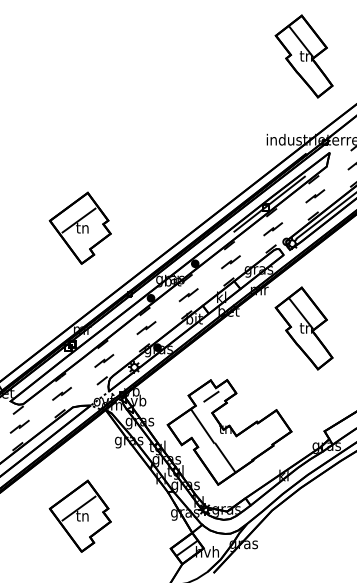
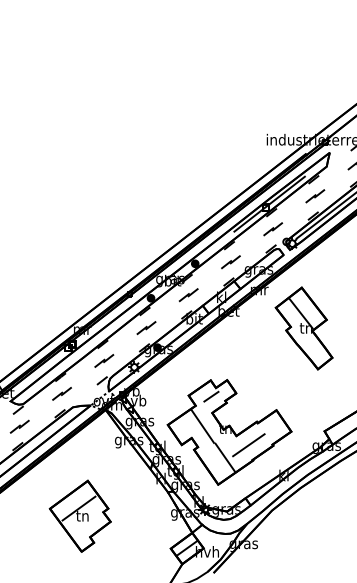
part at (303, 56): present -> none
part at (79, 227): present -> none
line at (248, 445): none -> present
